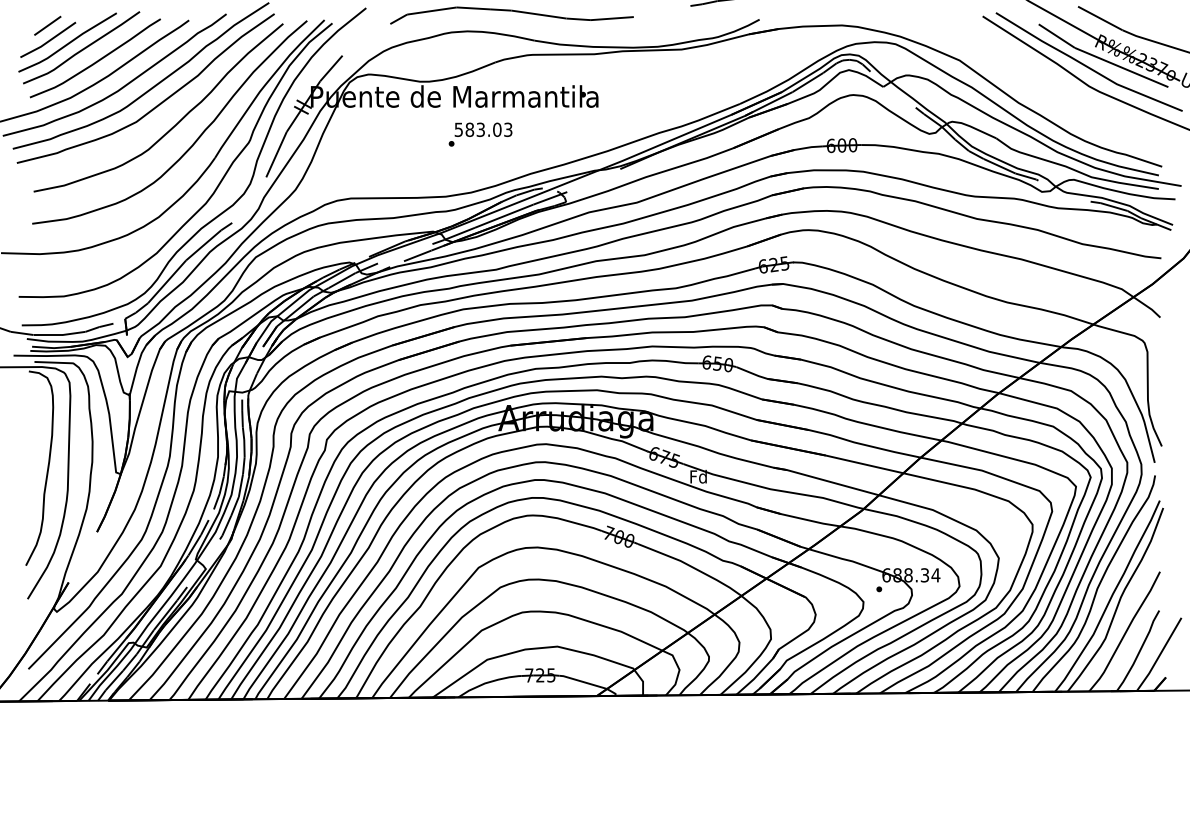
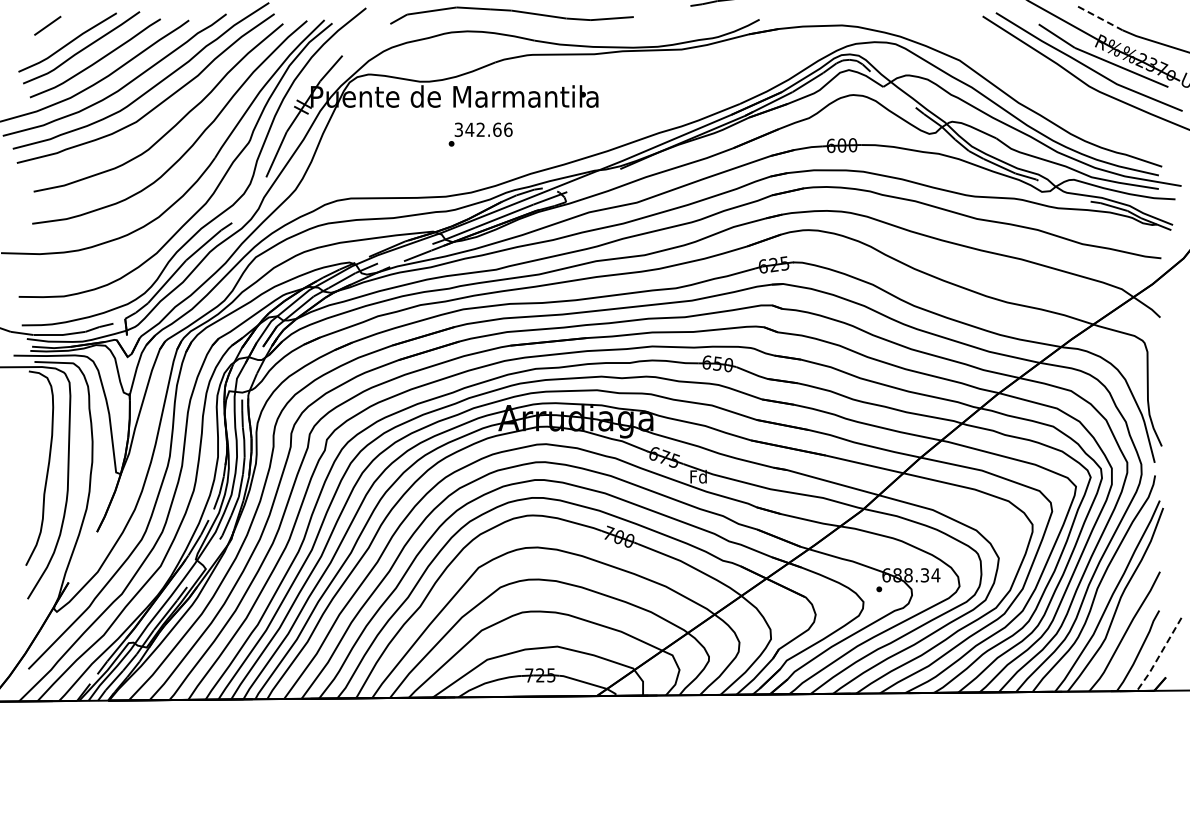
line at (1100, 18): solid -> dashed
line at (49, 39): present -> none
text at (483, 129): 583.03 -> 342.66
line at (1159, 655): solid -> dashed
